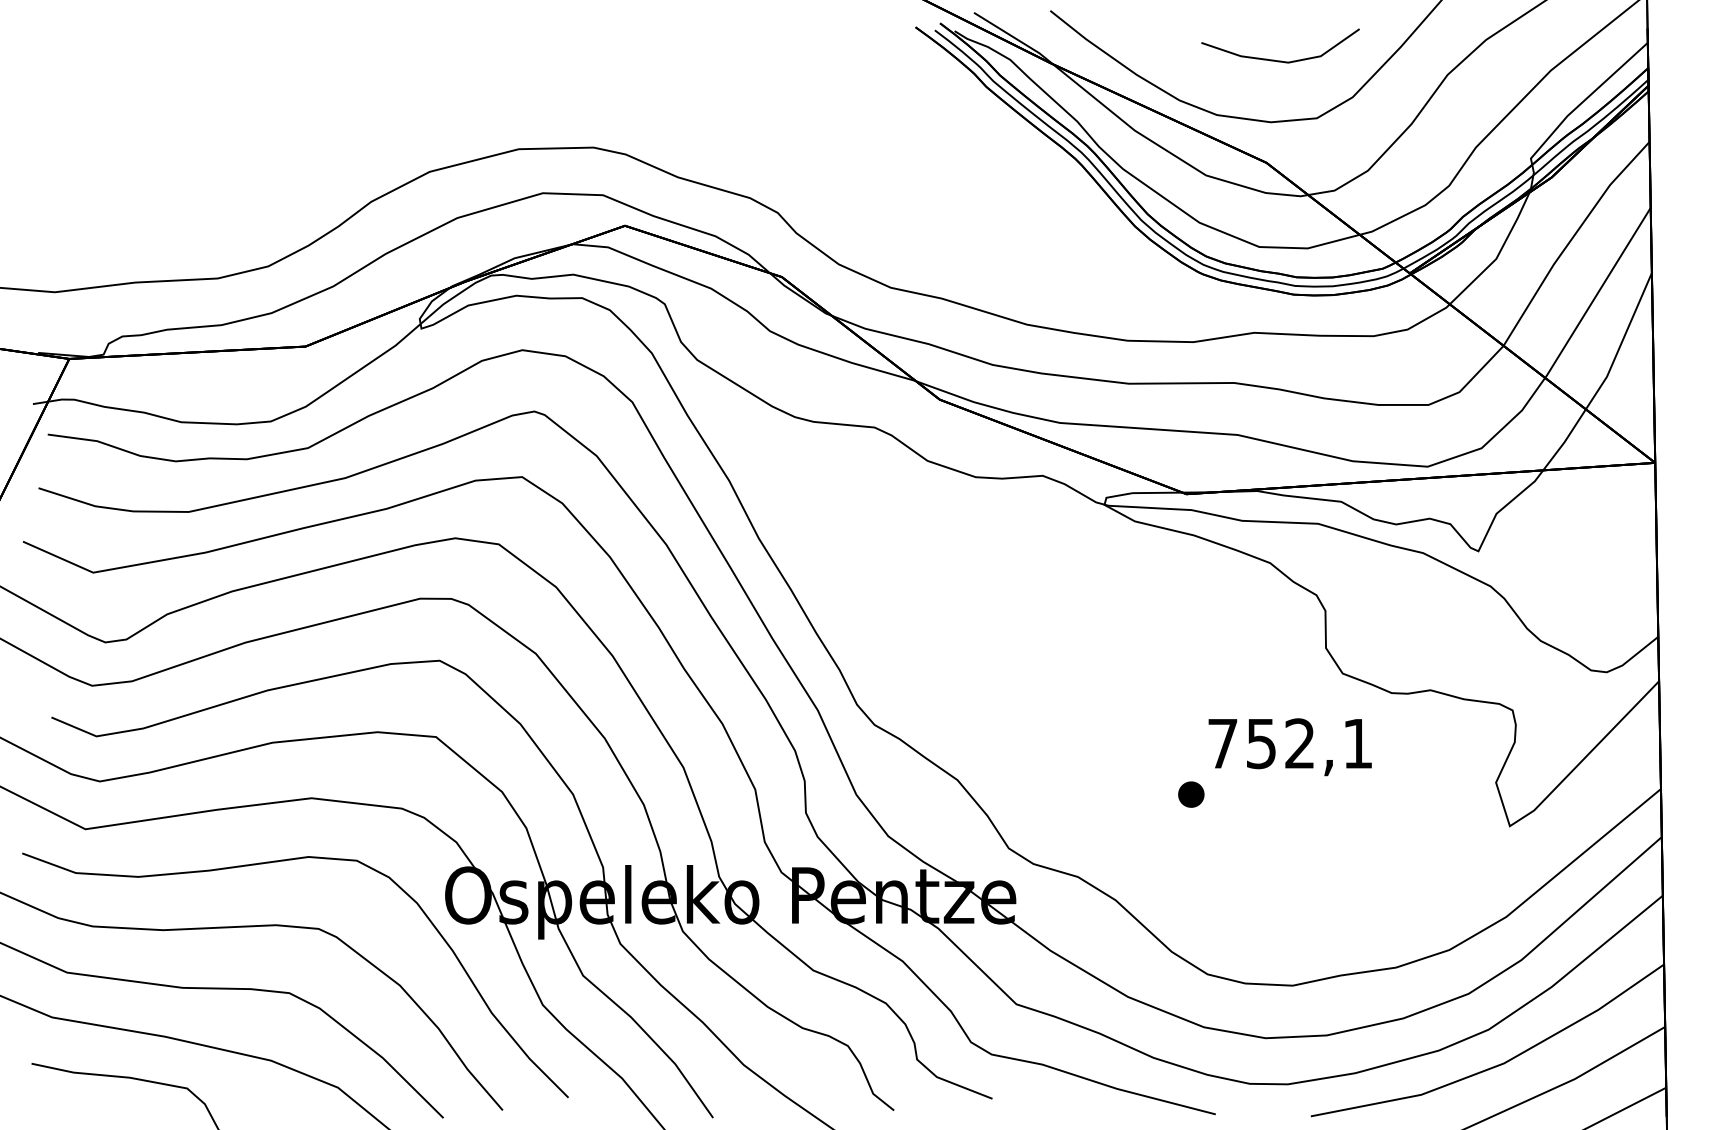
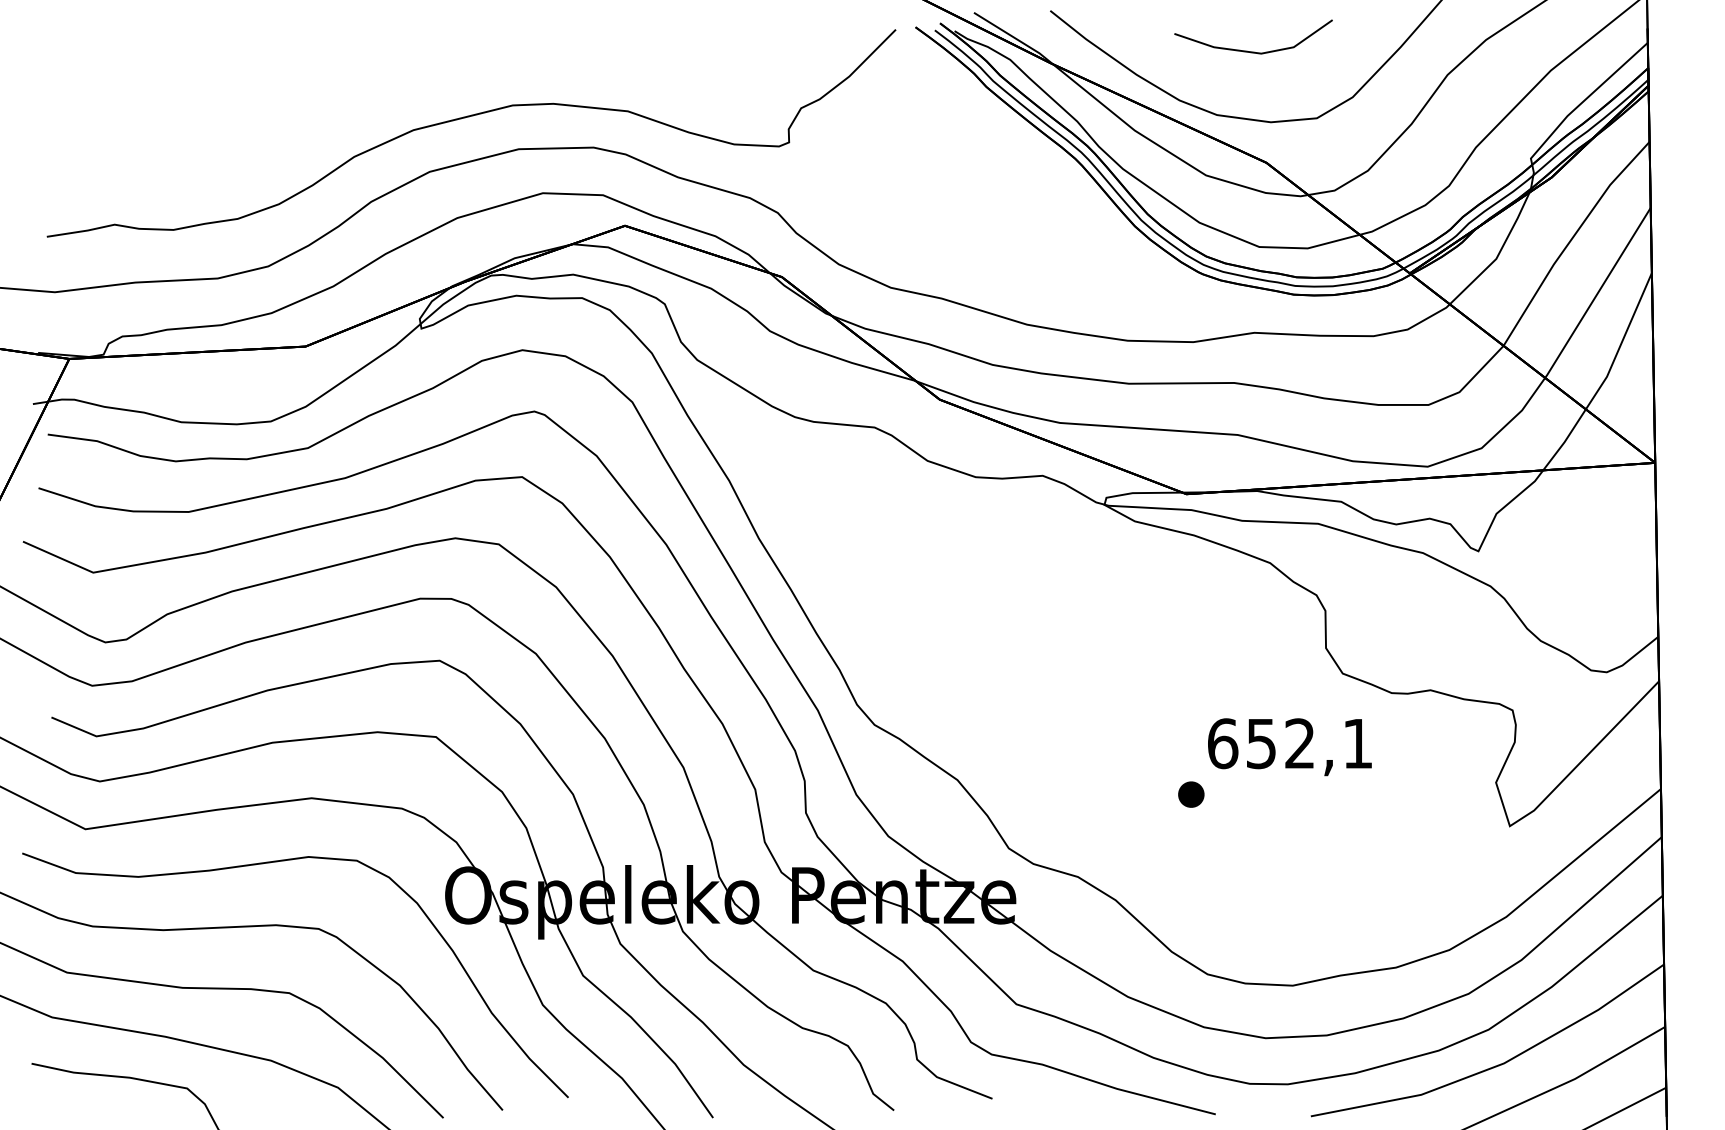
line at (1280, 60) position: (1280, 60) -> (1253, 51)
curve at (469, 117): none -> present
text at (1223, 743): 752,1 -> 652,1
